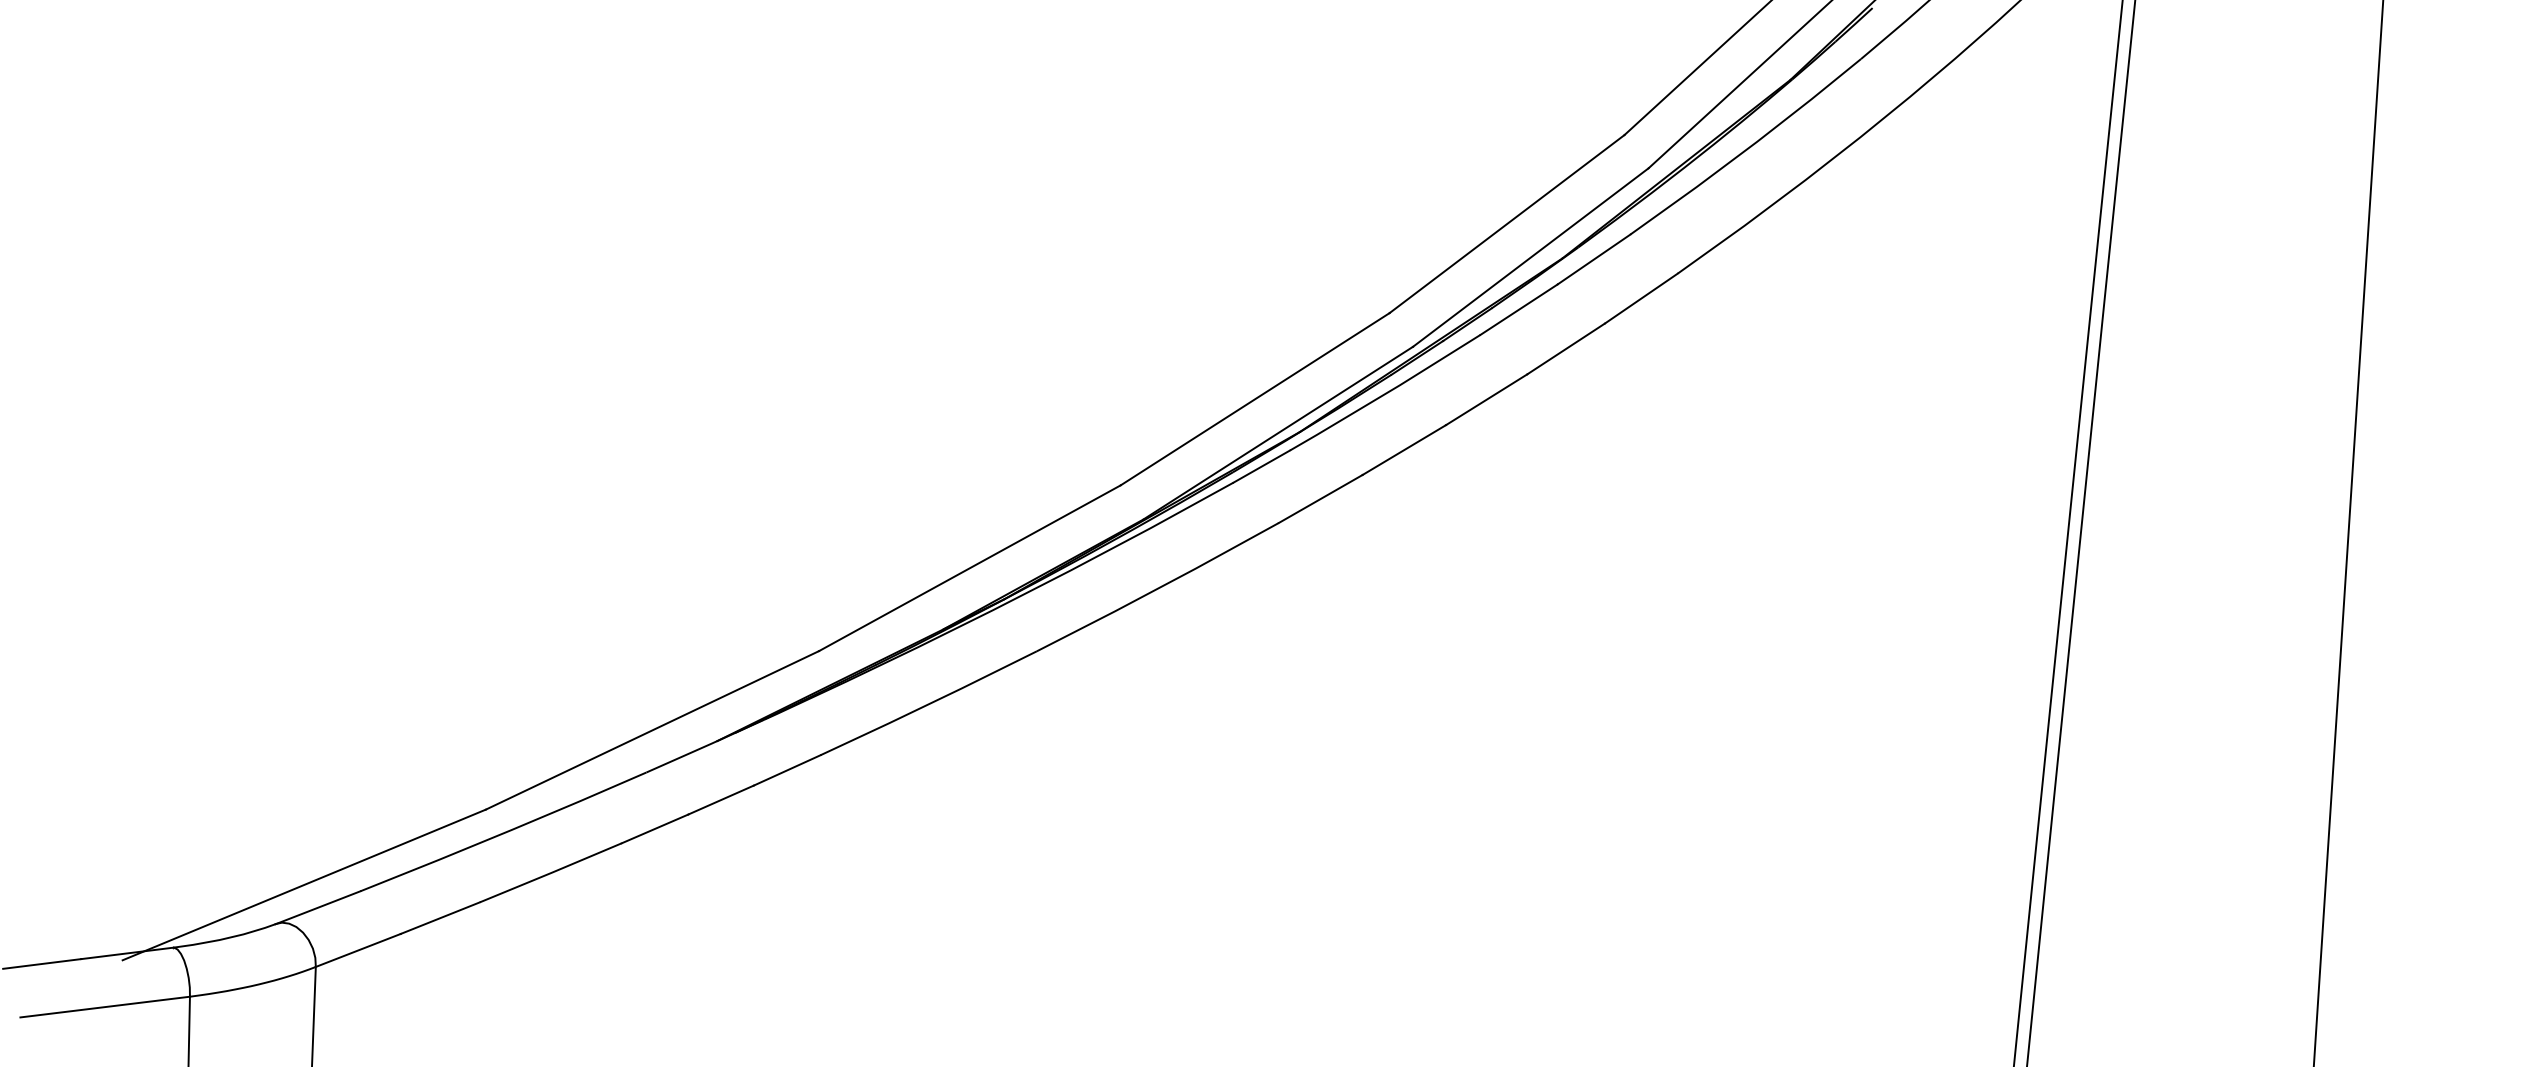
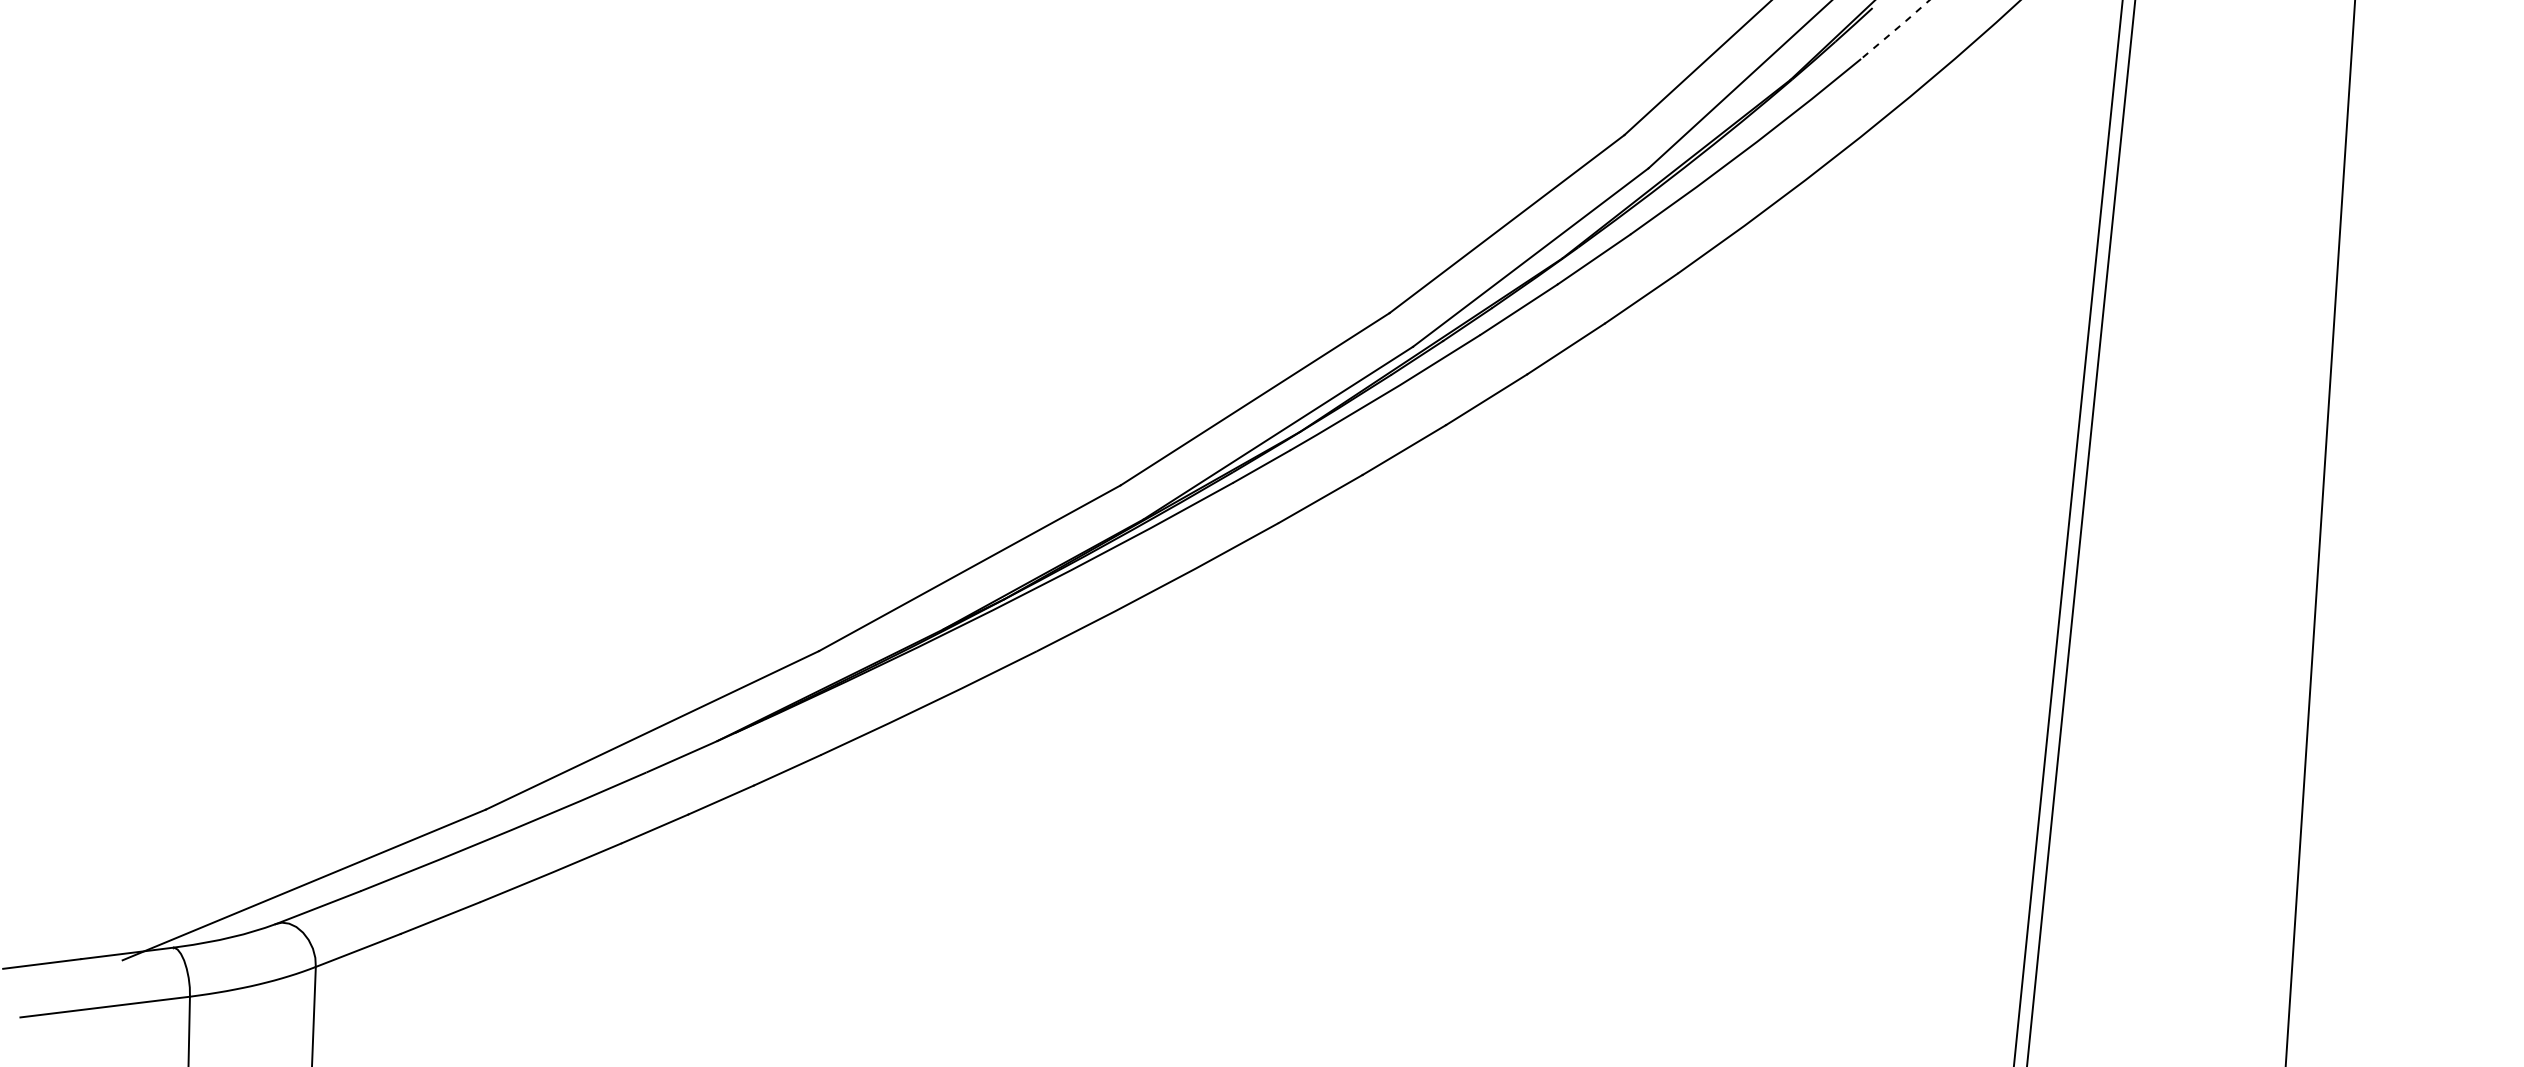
line at (1895, 29): solid -> dashed
line at (2348, 532) position: (2348, 532) -> (2319, 532)
